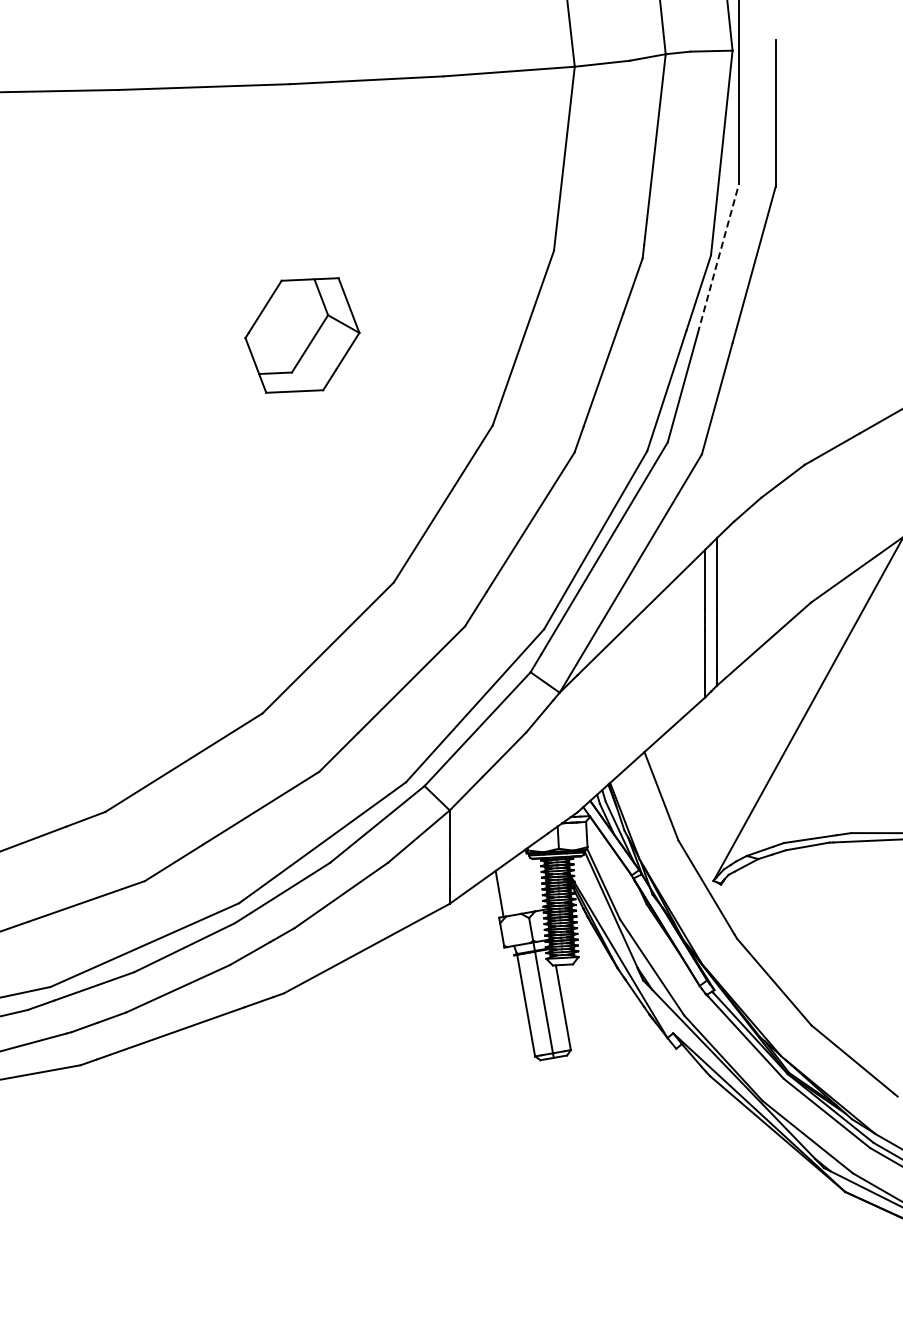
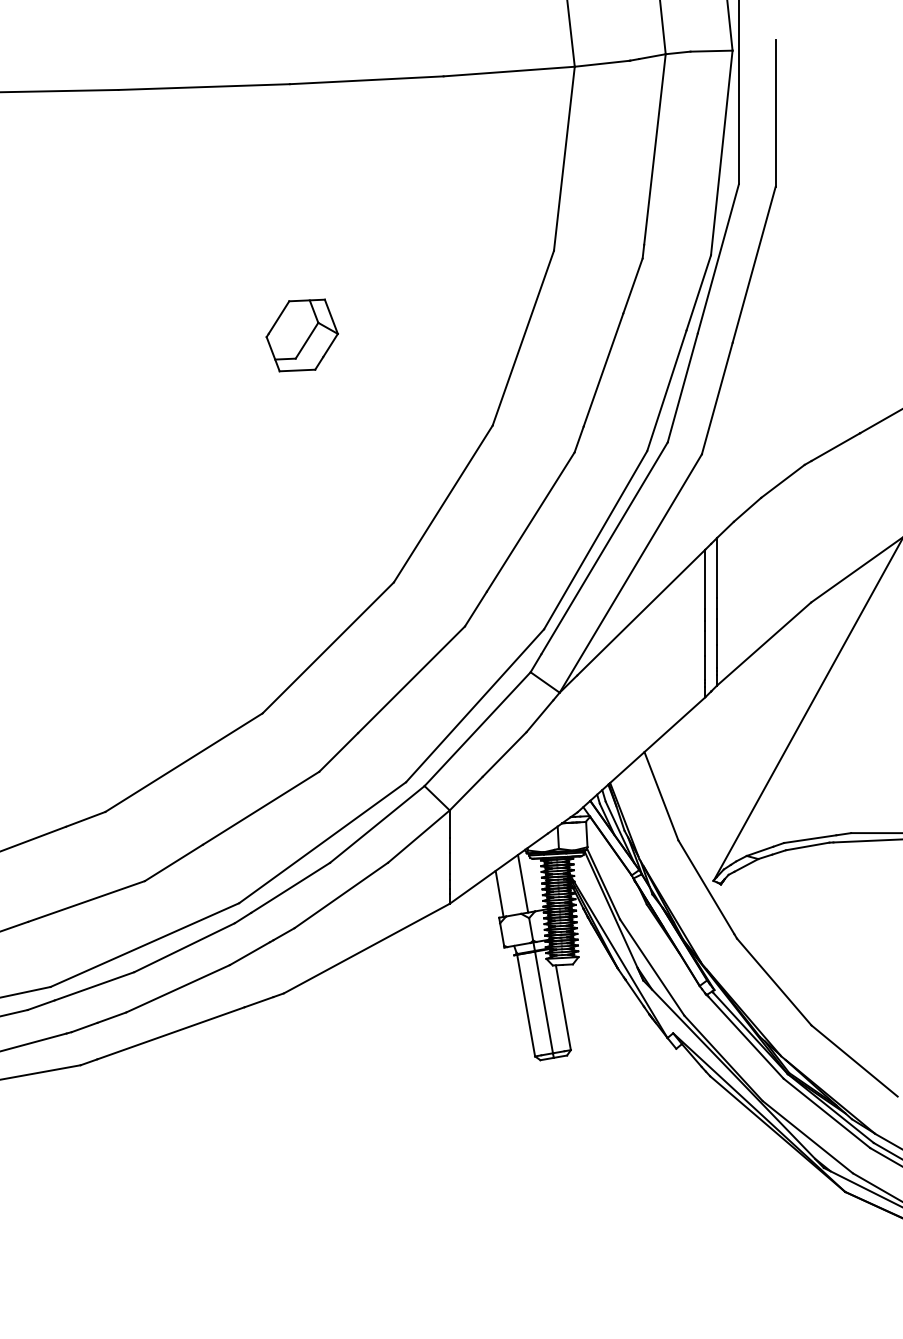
line at (718, 258): dashed -> solid
part at (302, 335) size: 117x117 px -> 74x75 px
line at (523, 883): none -> present
